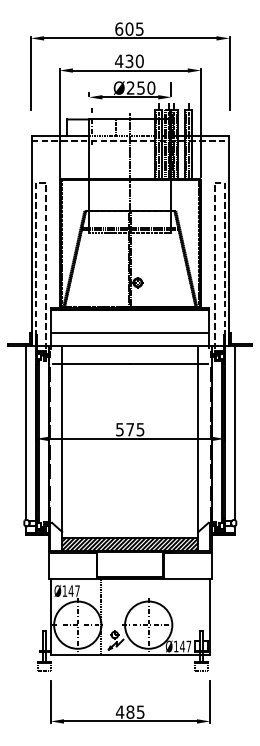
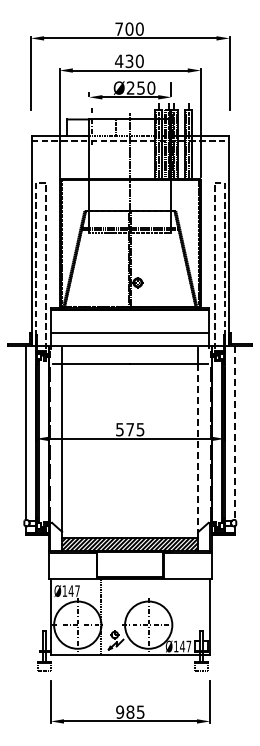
text at (129, 28): 605 -> 700
line at (234, 433): solid -> dashed
line at (198, 448): solid -> dashed
text at (119, 711): 485 -> 985
